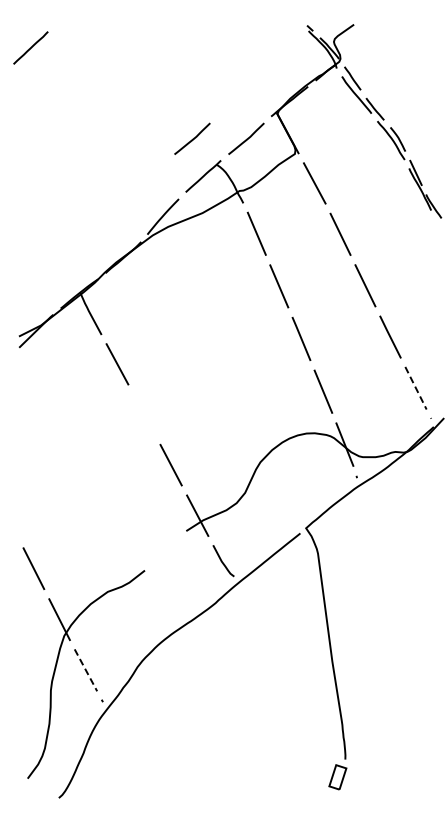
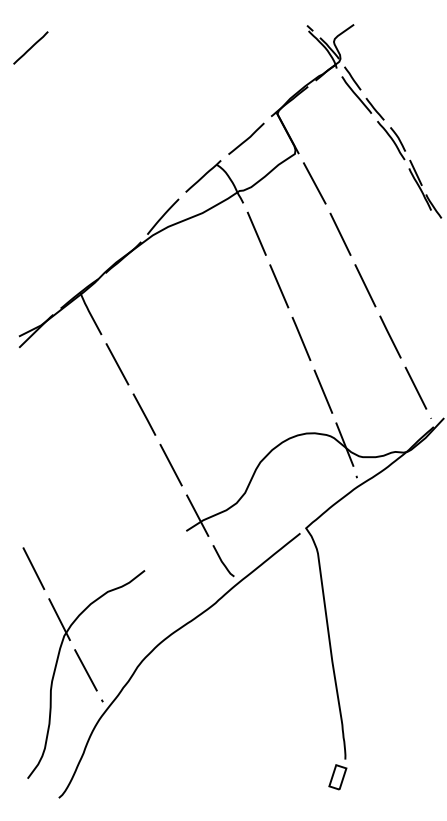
line at (192, 138): present -> none
line at (415, 388): dashed -> solid
line at (144, 414): none -> present
line at (85, 670): dashed -> solid
